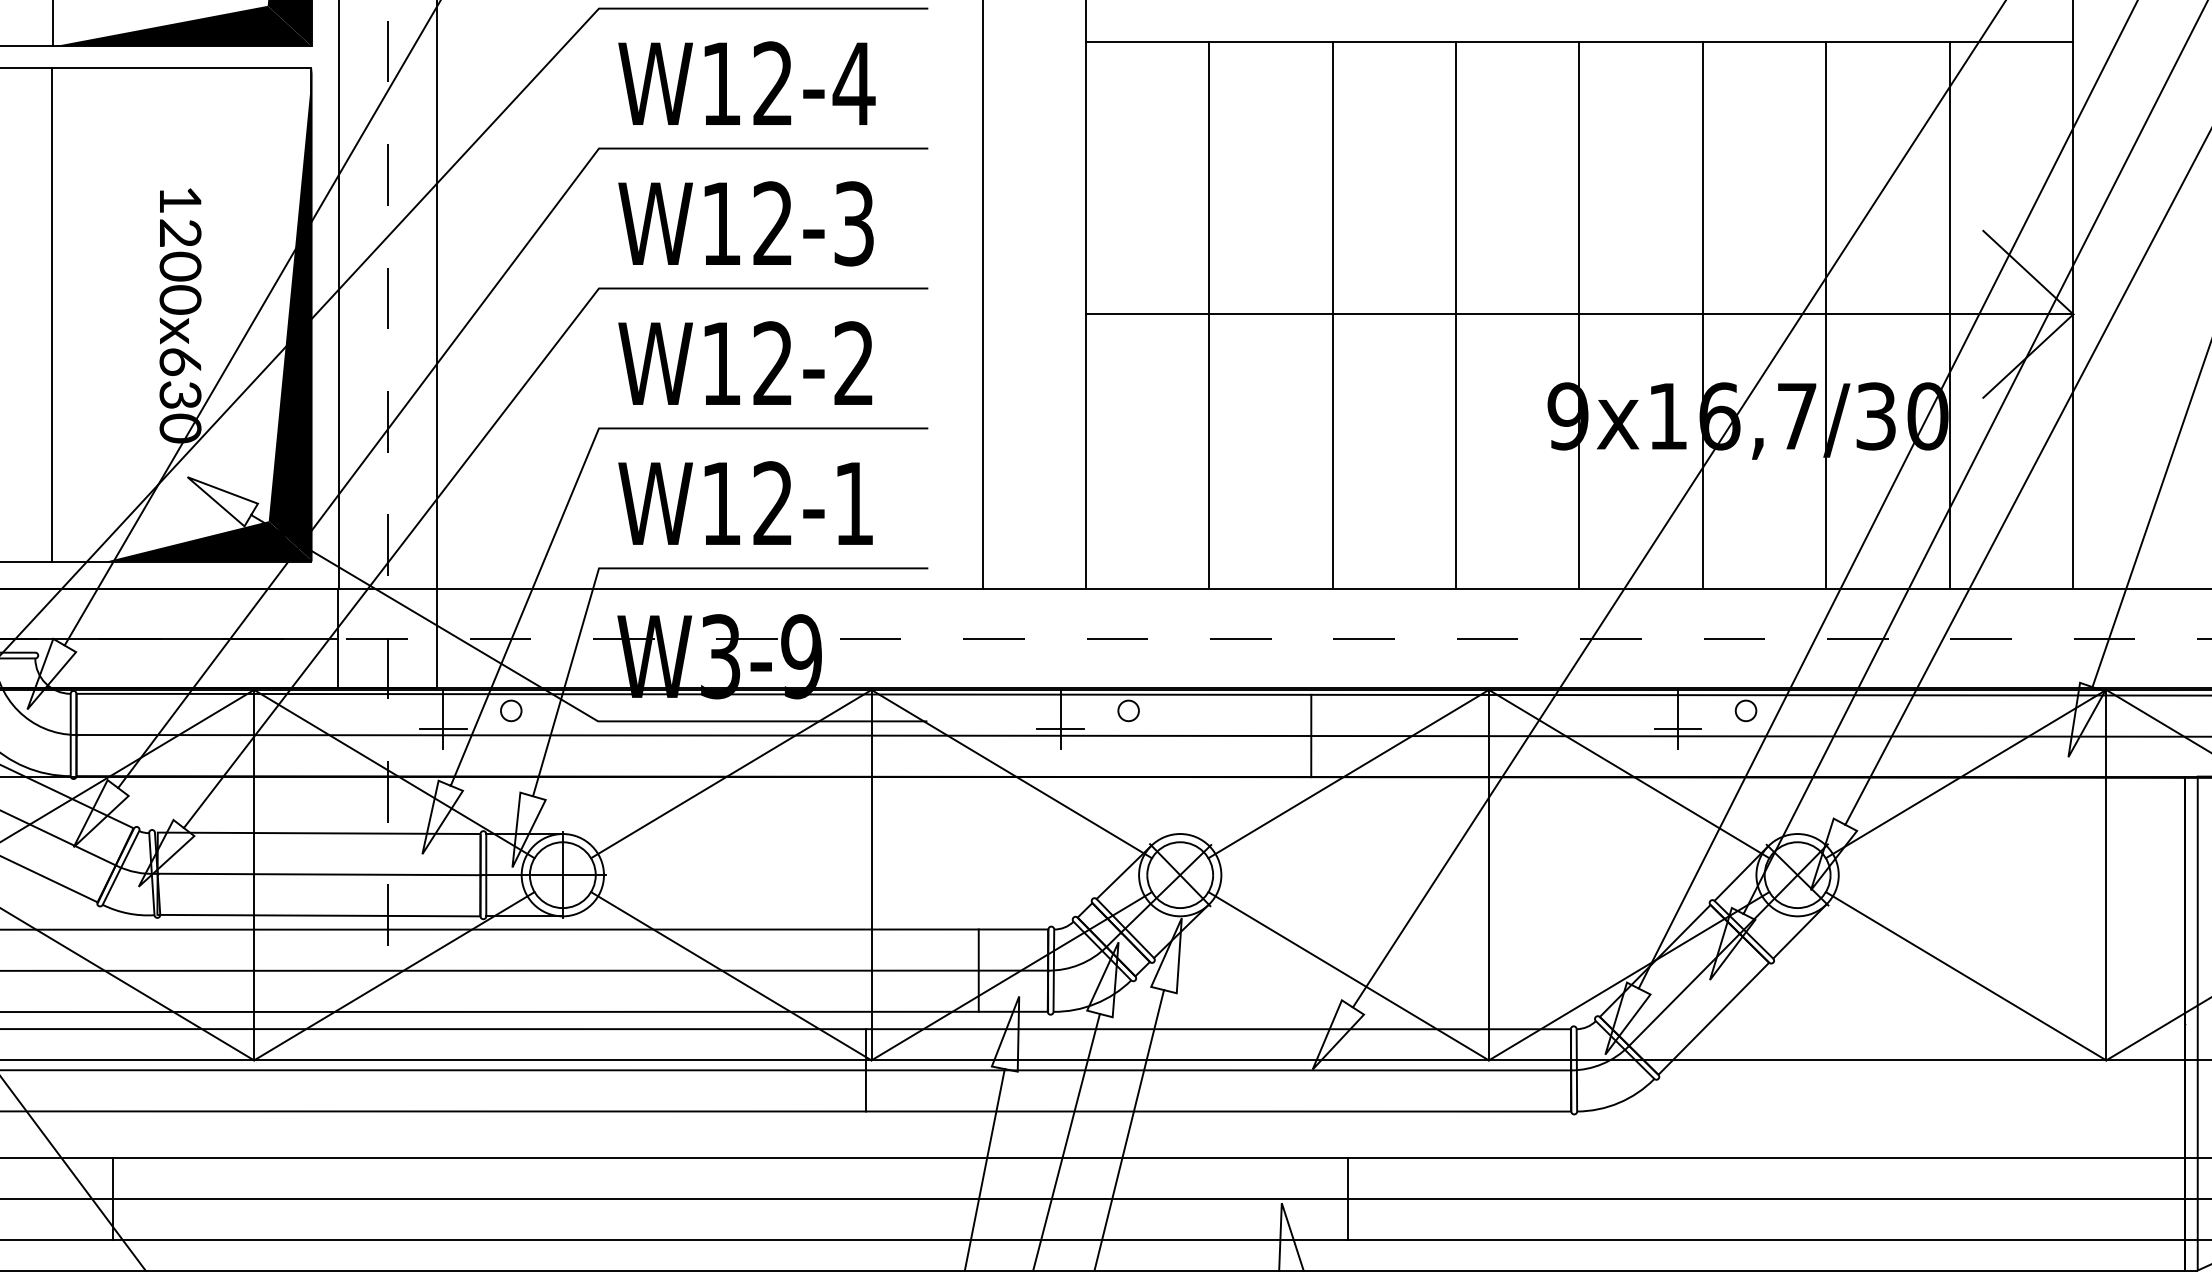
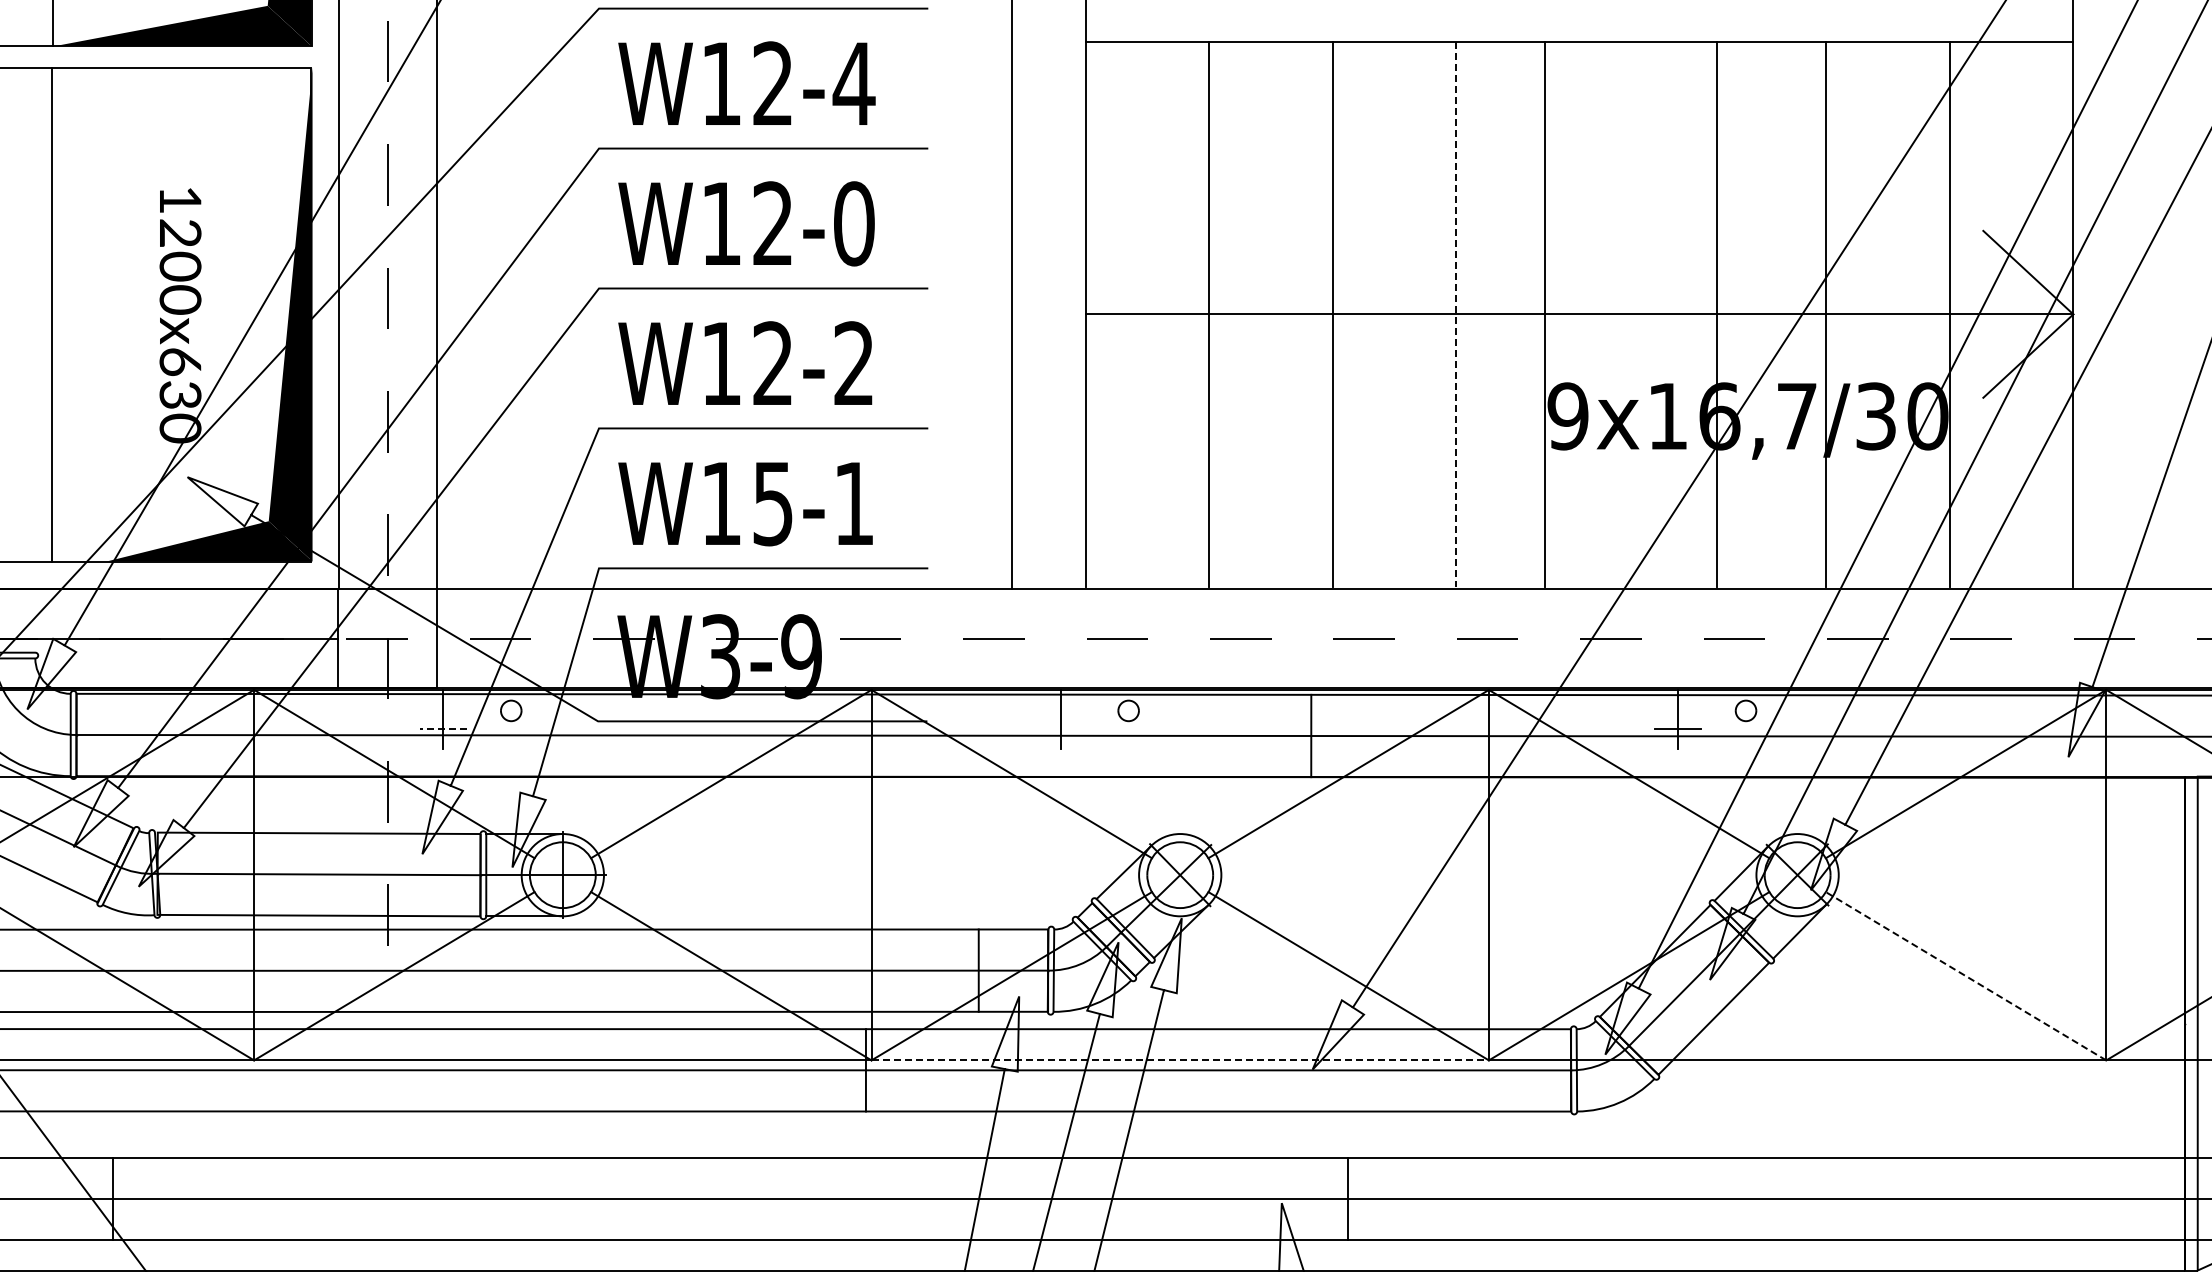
text at (854, 223): W12-3 -> W12-0
line at (982, 295) position: (982, 295) -> (1011, 295)
line at (1456, 314): solid -> dashed
line at (1579, 314) position: (1579, 314) -> (1545, 314)
line at (1702, 314) position: (1702, 314) -> (1716, 314)
text at (772, 503): W12-1 -> W15-1
line at (442, 729): solid -> dashed
line at (1060, 729): present -> none
line at (1966, 976): solid -> dashed
line at (1180, 1060): solid -> dashed
